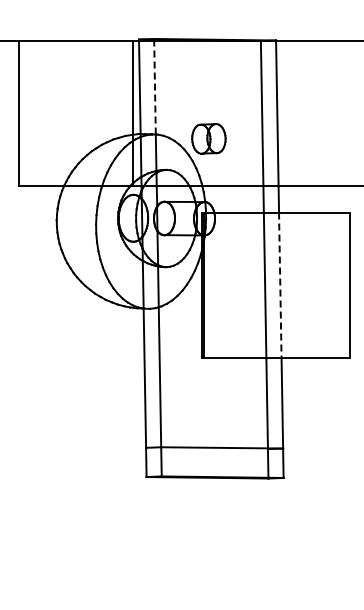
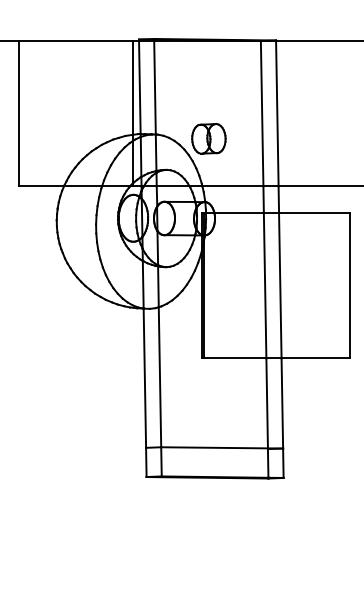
line at (155, 87): dashed -> solid
line at (280, 285): dashed -> solid
